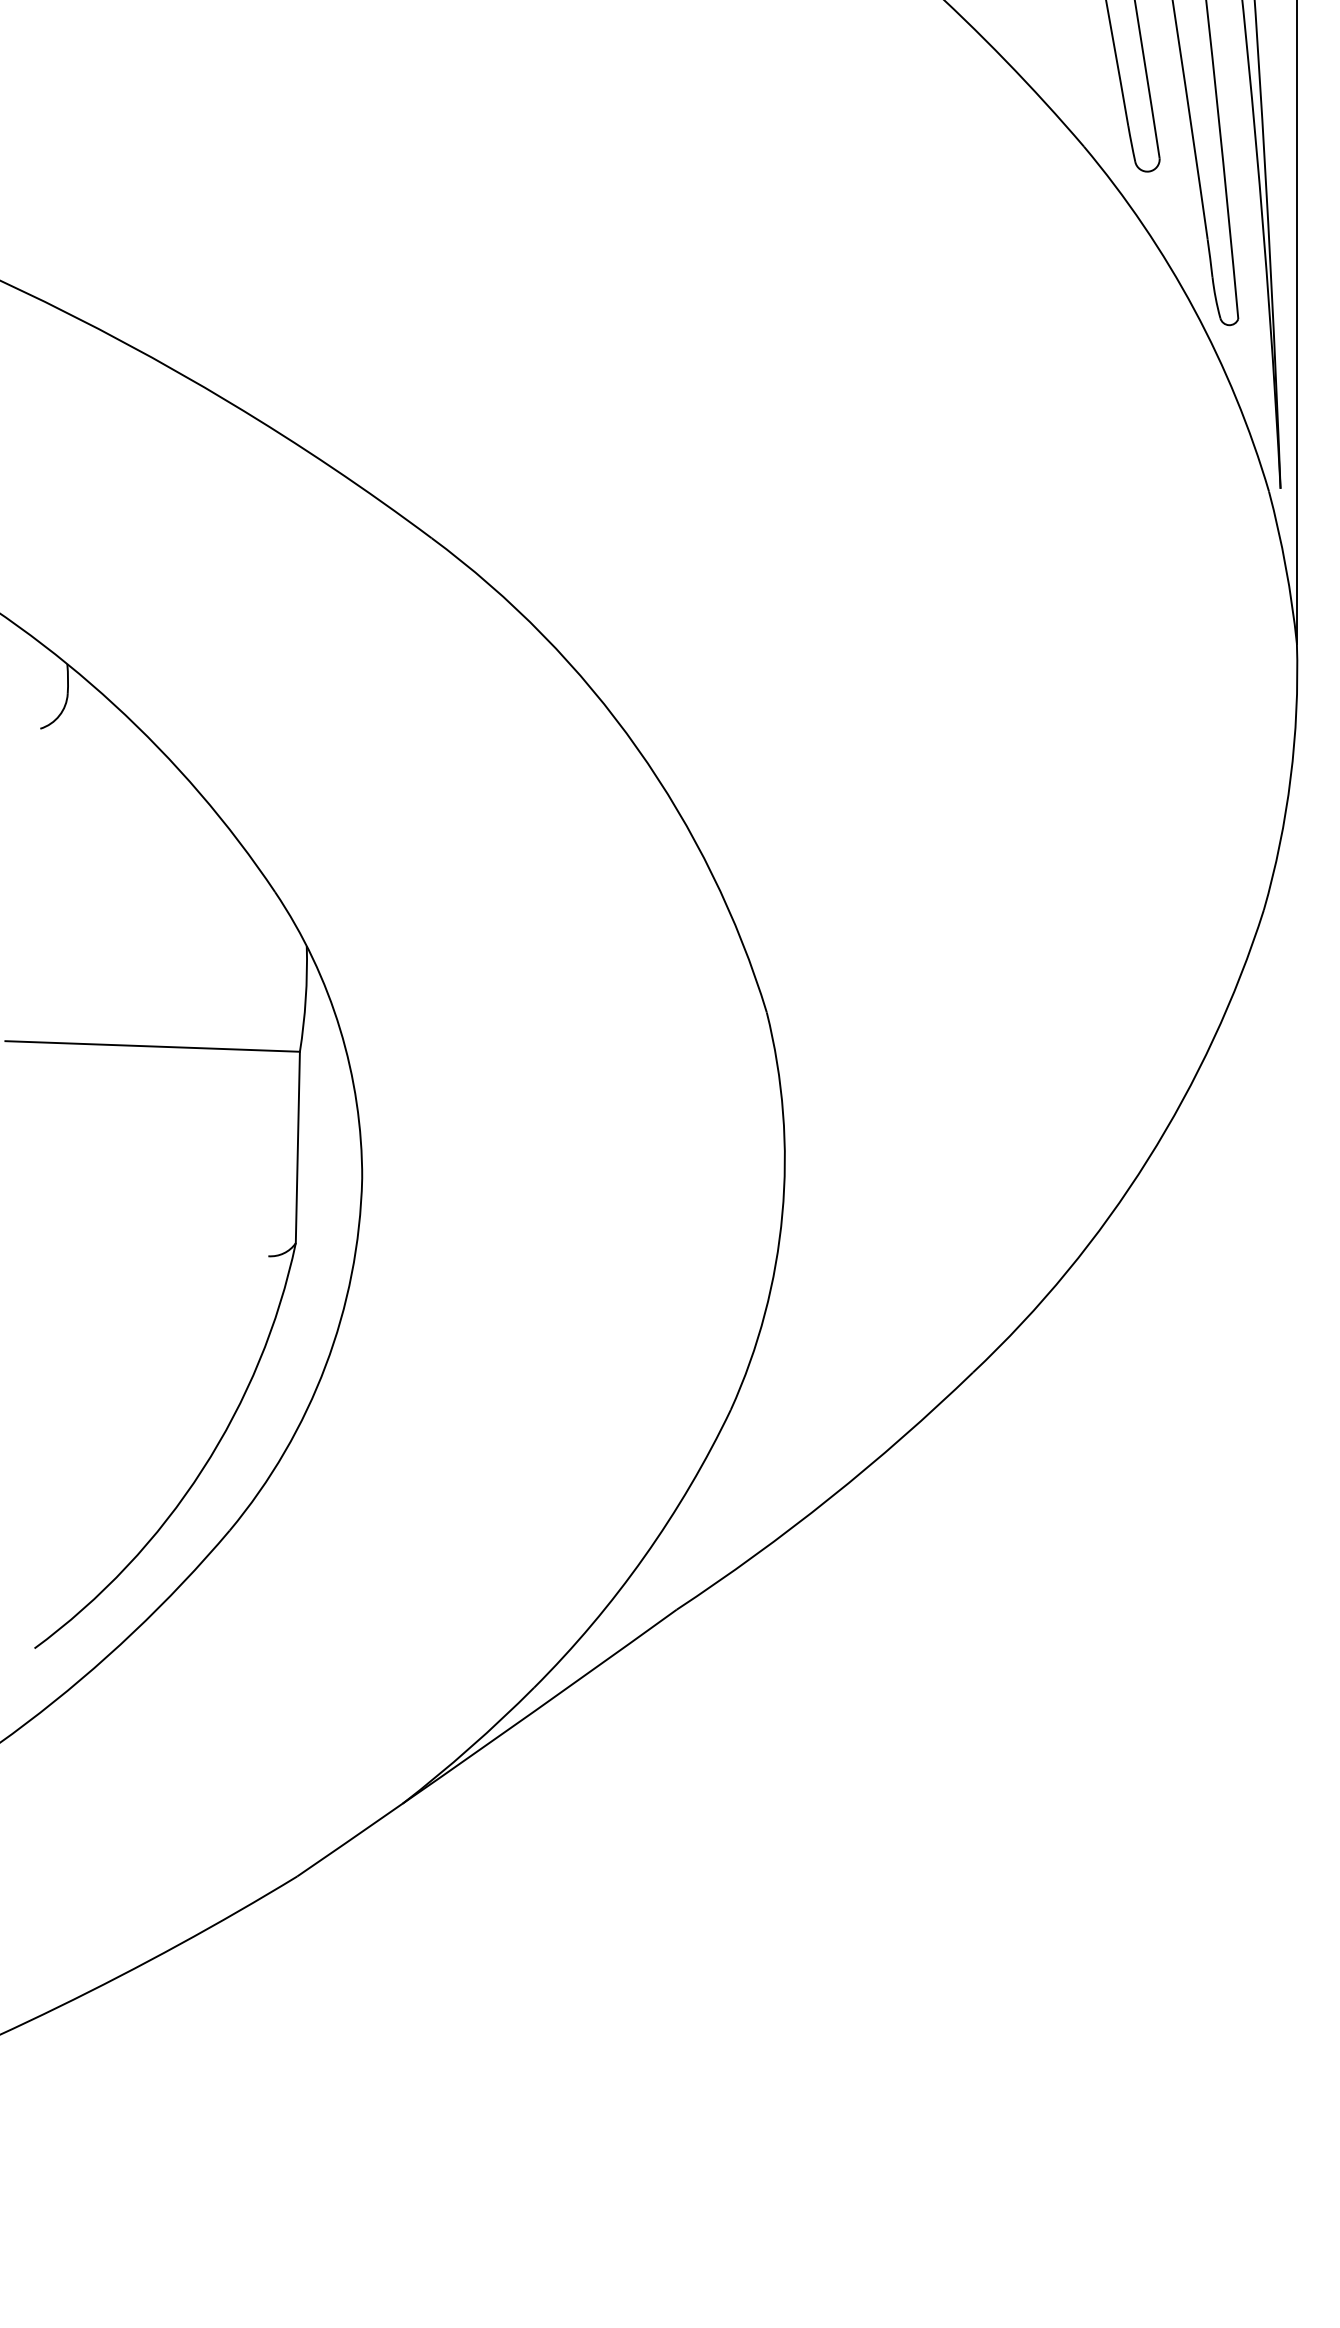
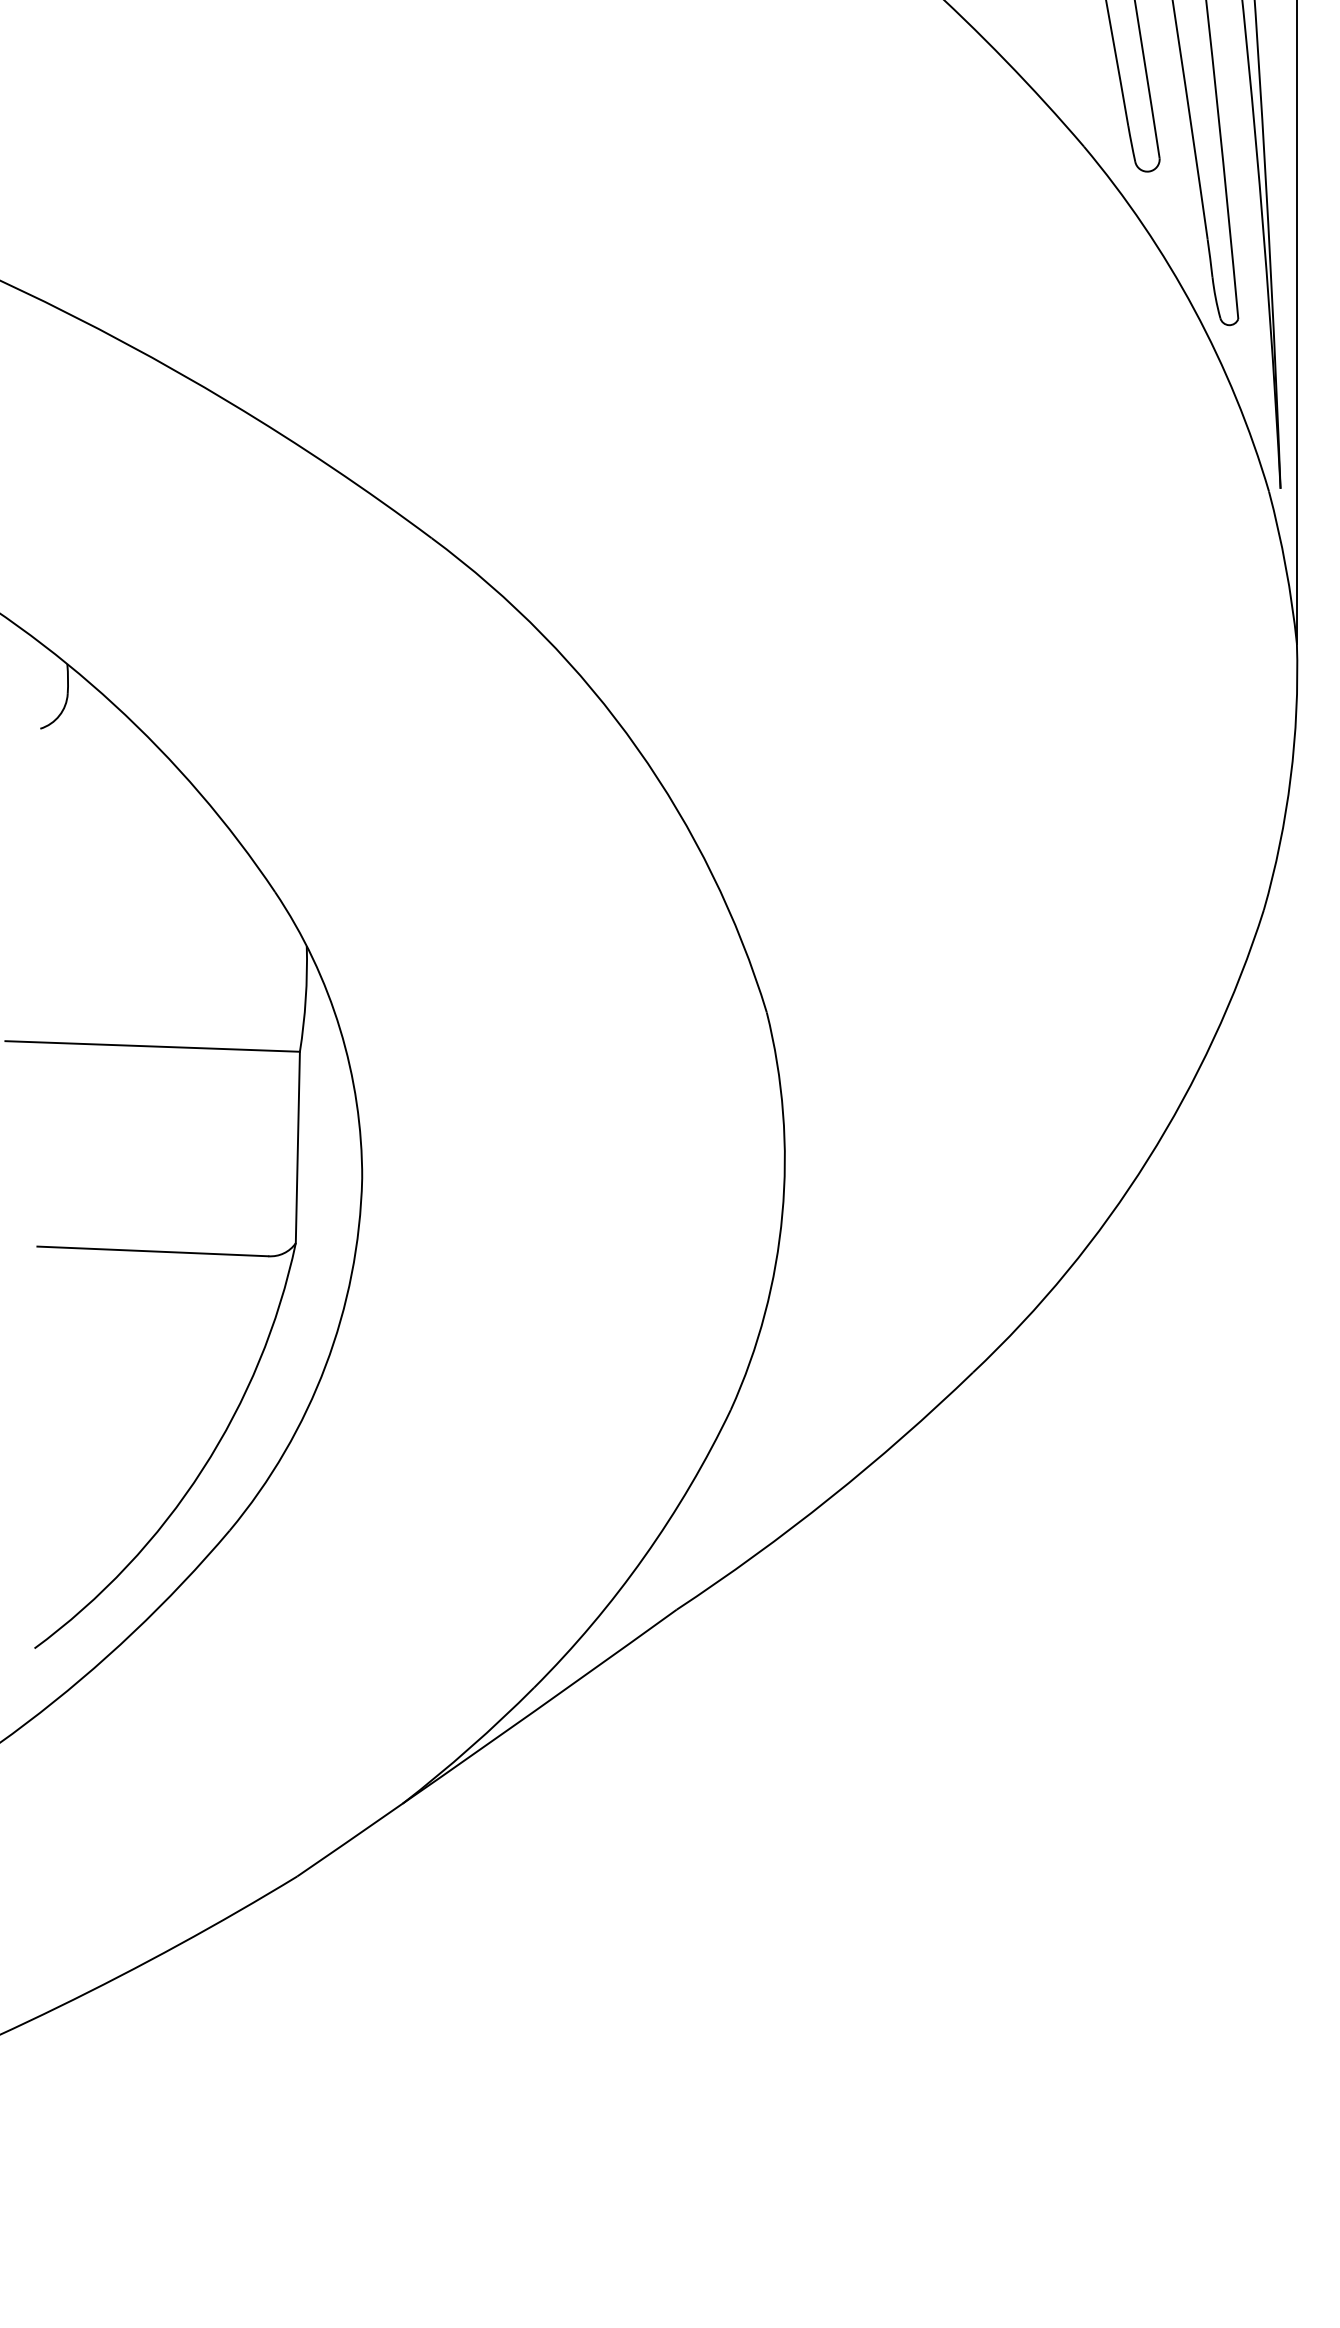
line at (152, 1251): none -> present
